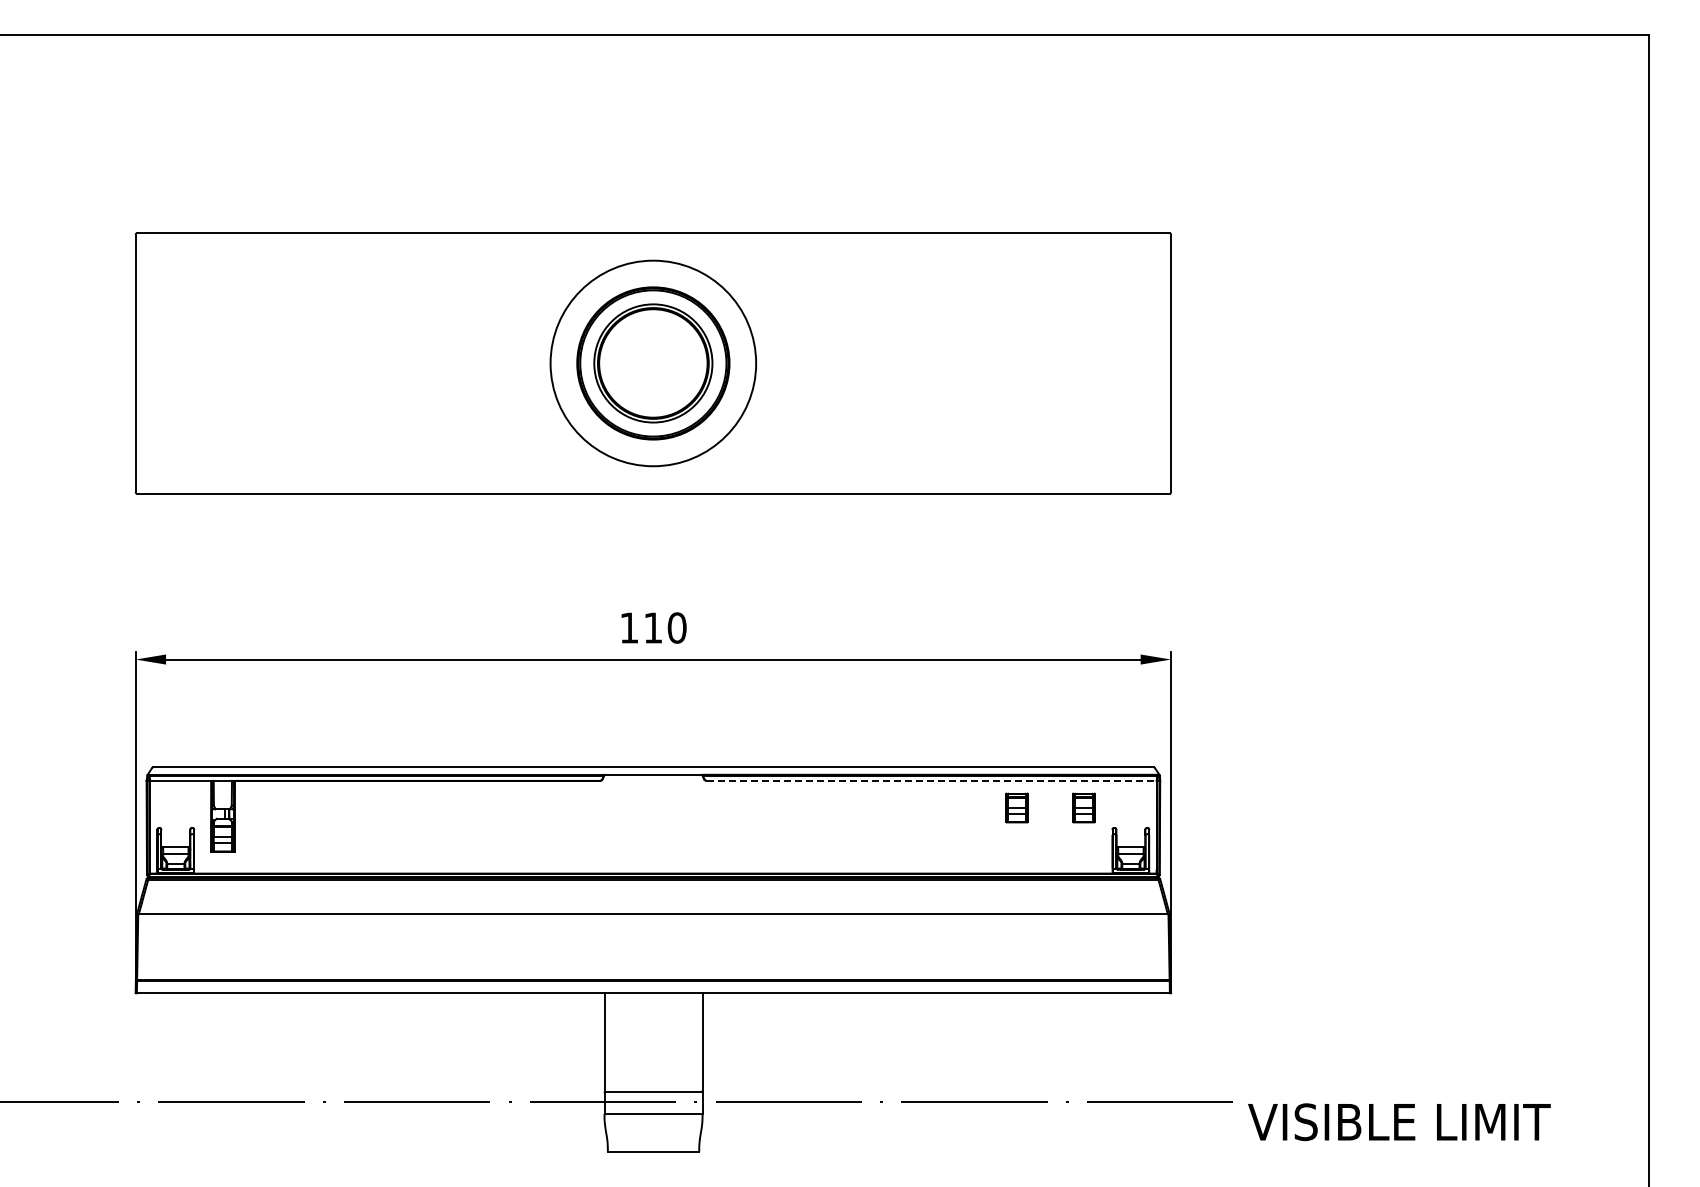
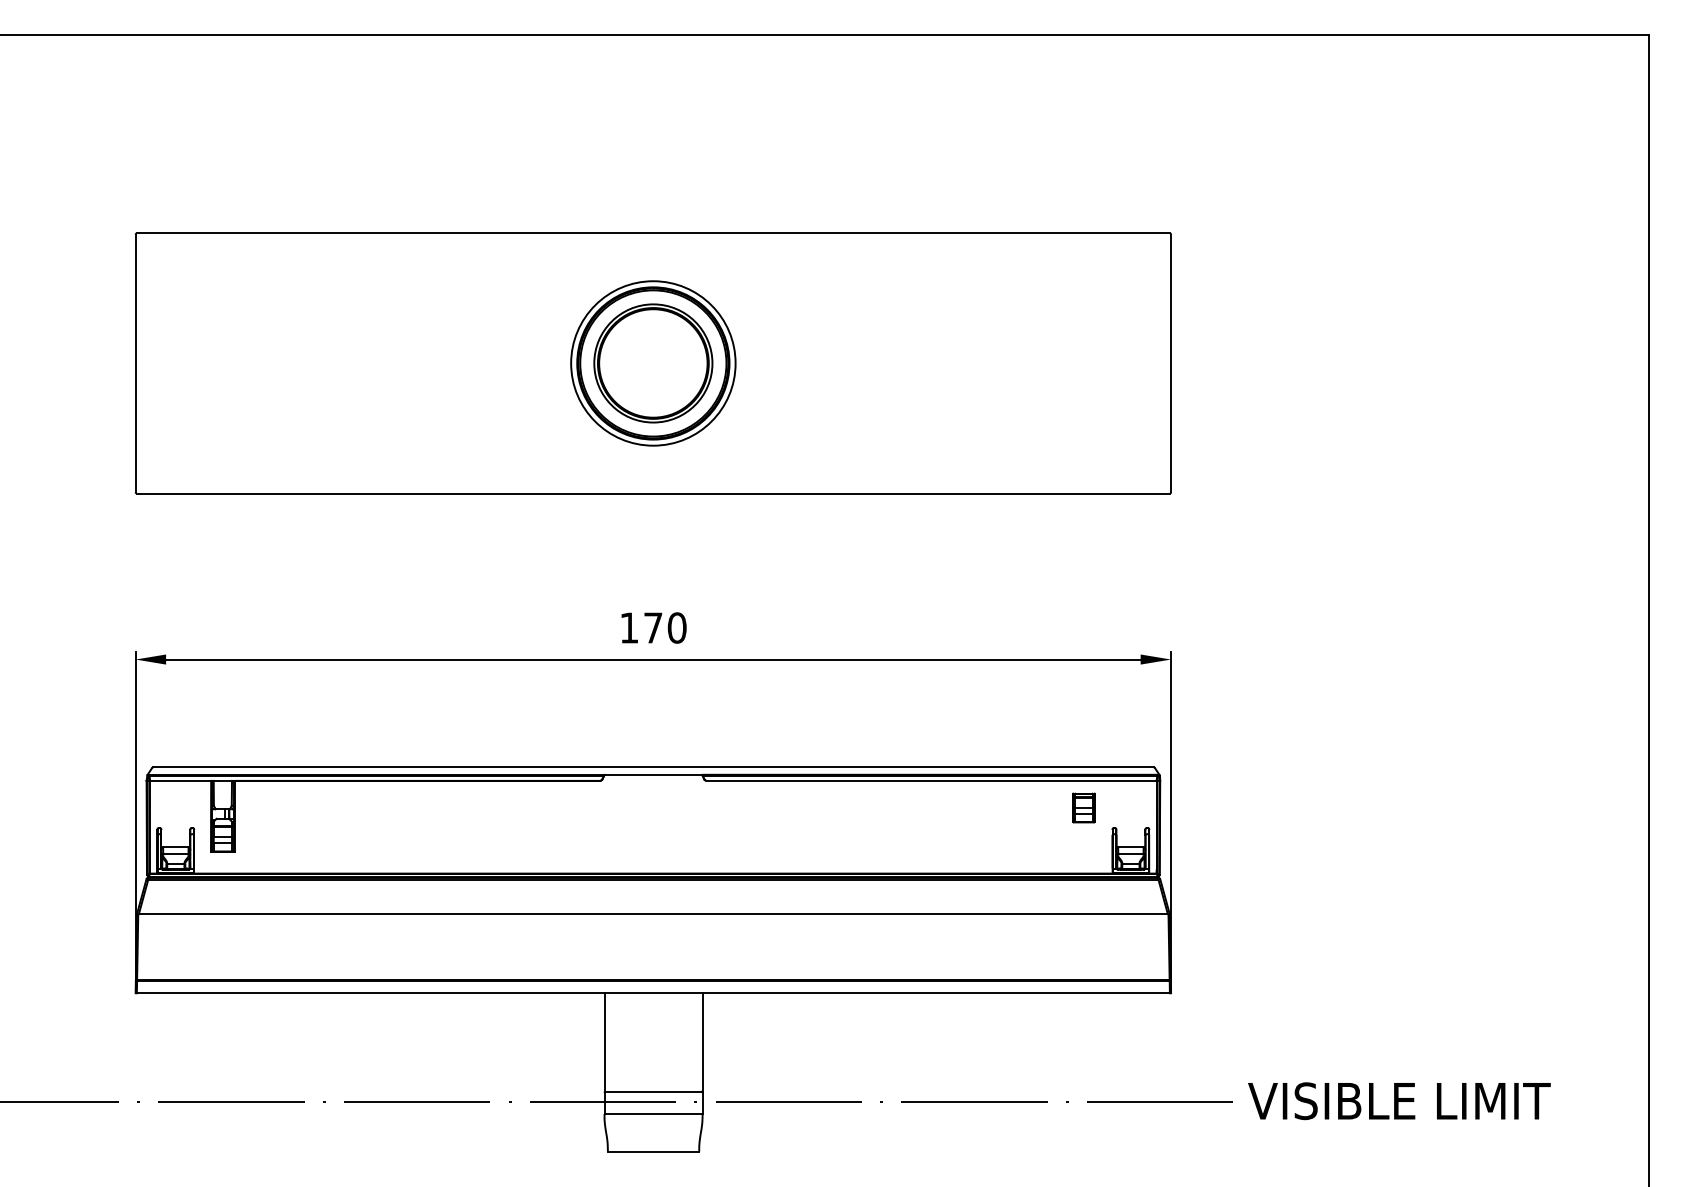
circle at (653, 363) diameter: 206 px -> 164 px
text at (653, 627): 110 -> 170
line at (931, 780): dashed -> solid
part at (1016, 807): present -> none
text at (1399, 1122) position: (1399, 1122) -> (1399, 1101)
